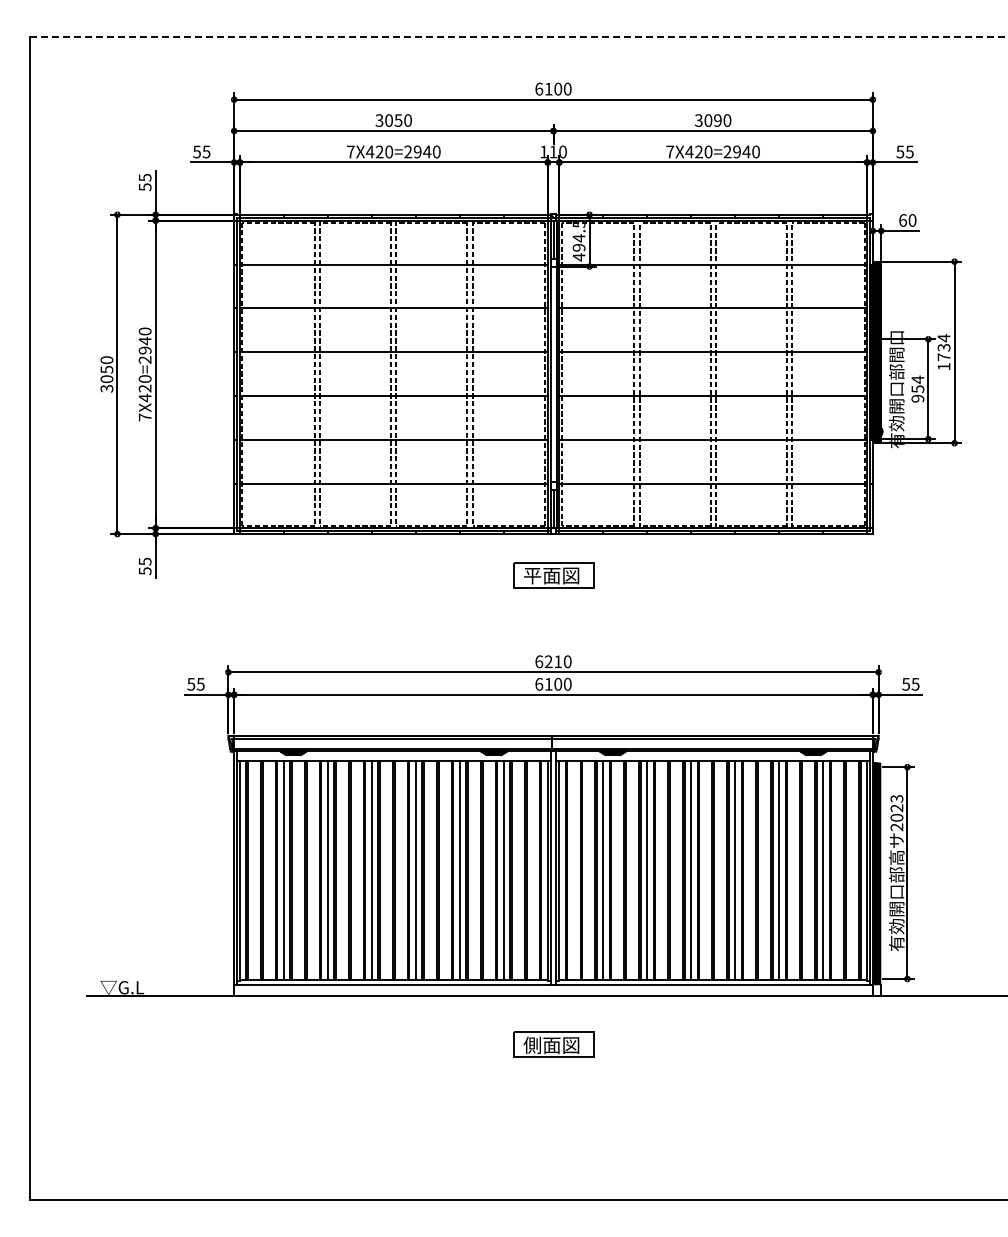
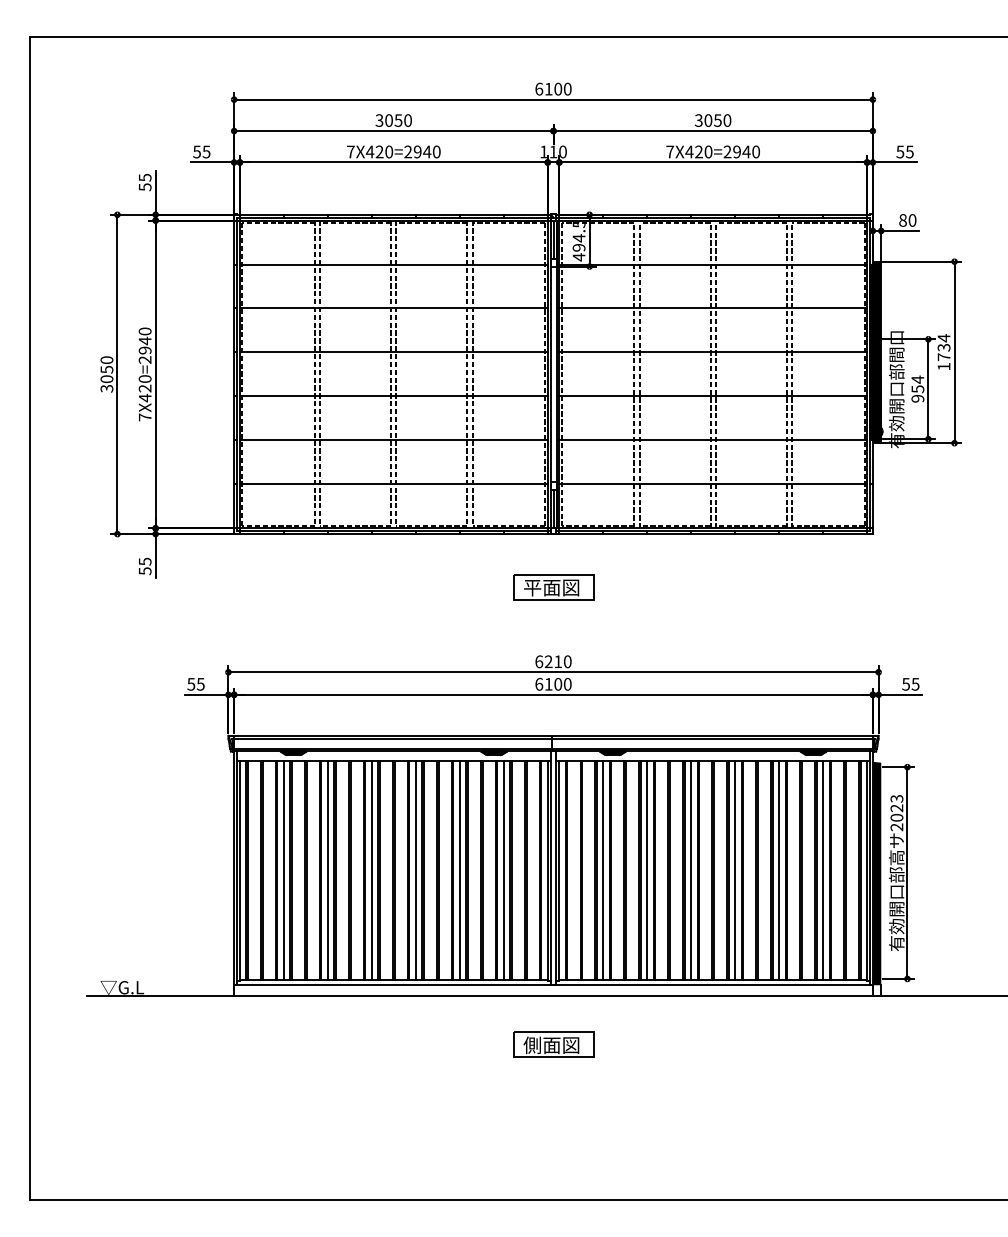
line at (518, 37): dashed -> solid
text at (717, 120): 3090 -> 3050
text at (903, 220): 60 -> 80
part at (553, 575) position: (553, 575) -> (553, 587)
